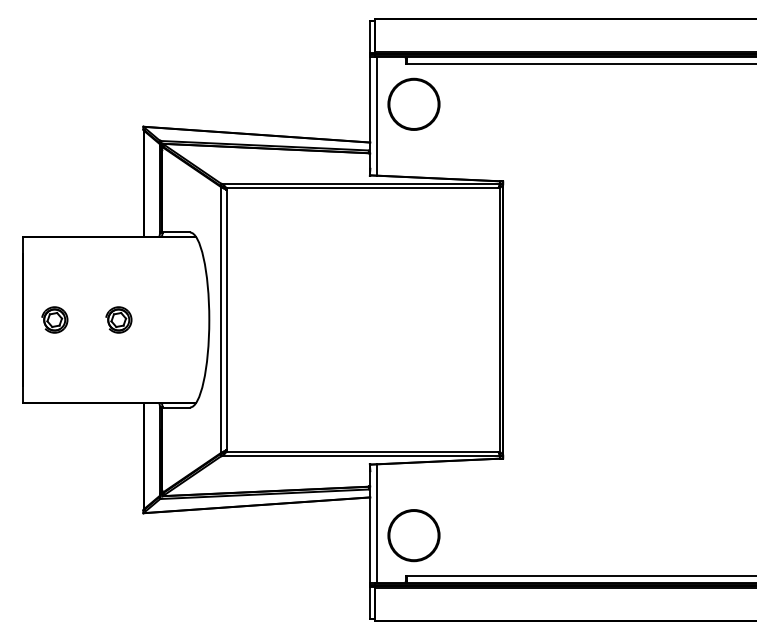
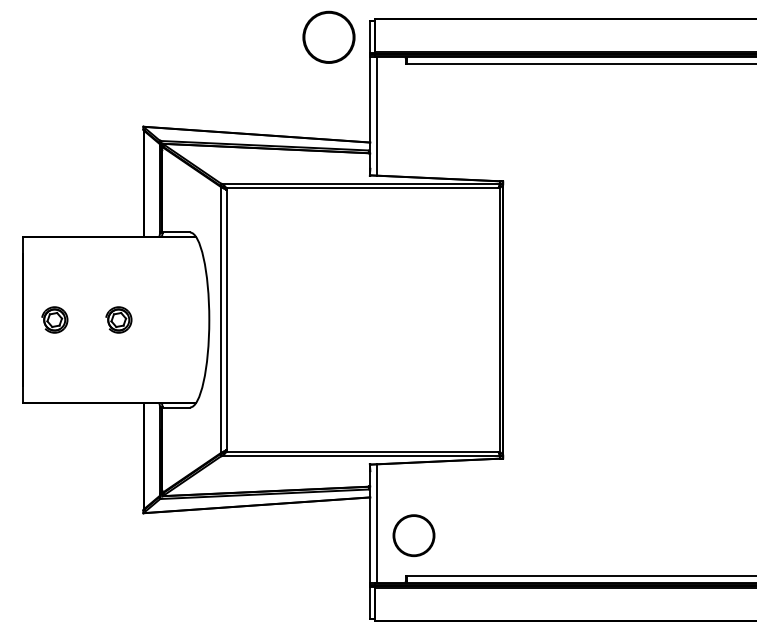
circle at (413, 103) position: (413, 103) -> (328, 36)
circle at (413, 535) size: 54x54 px -> 44x44 px
